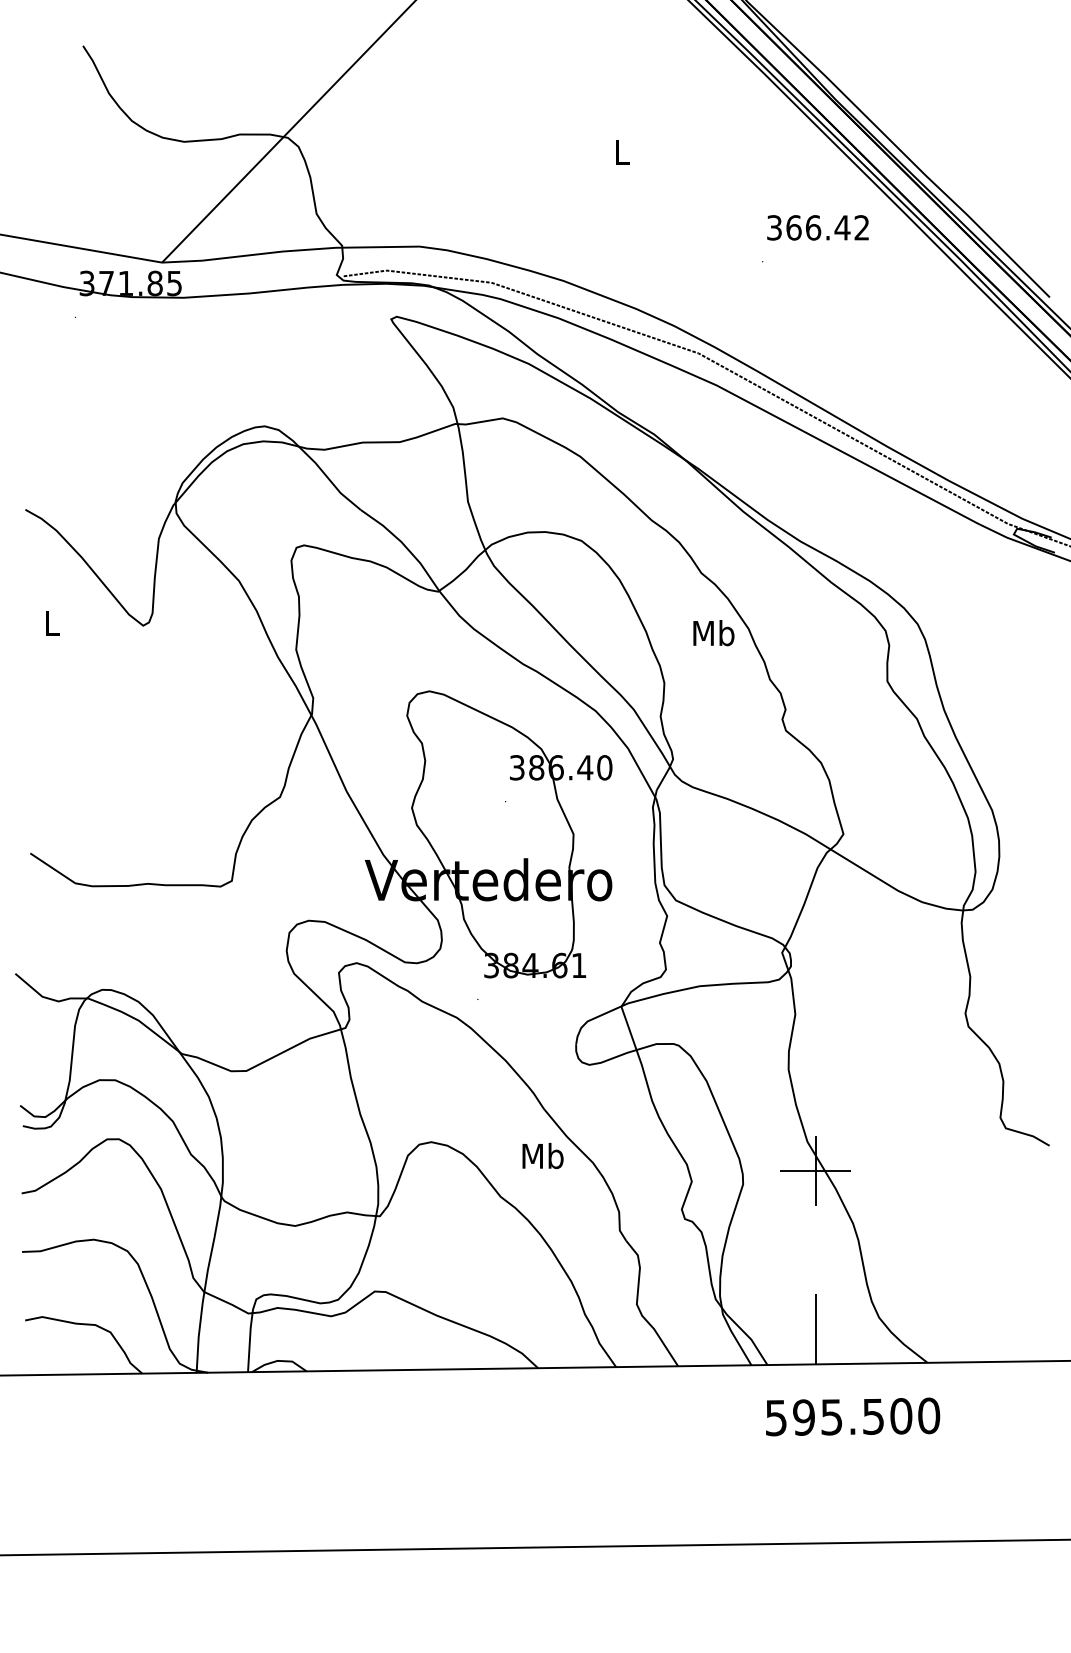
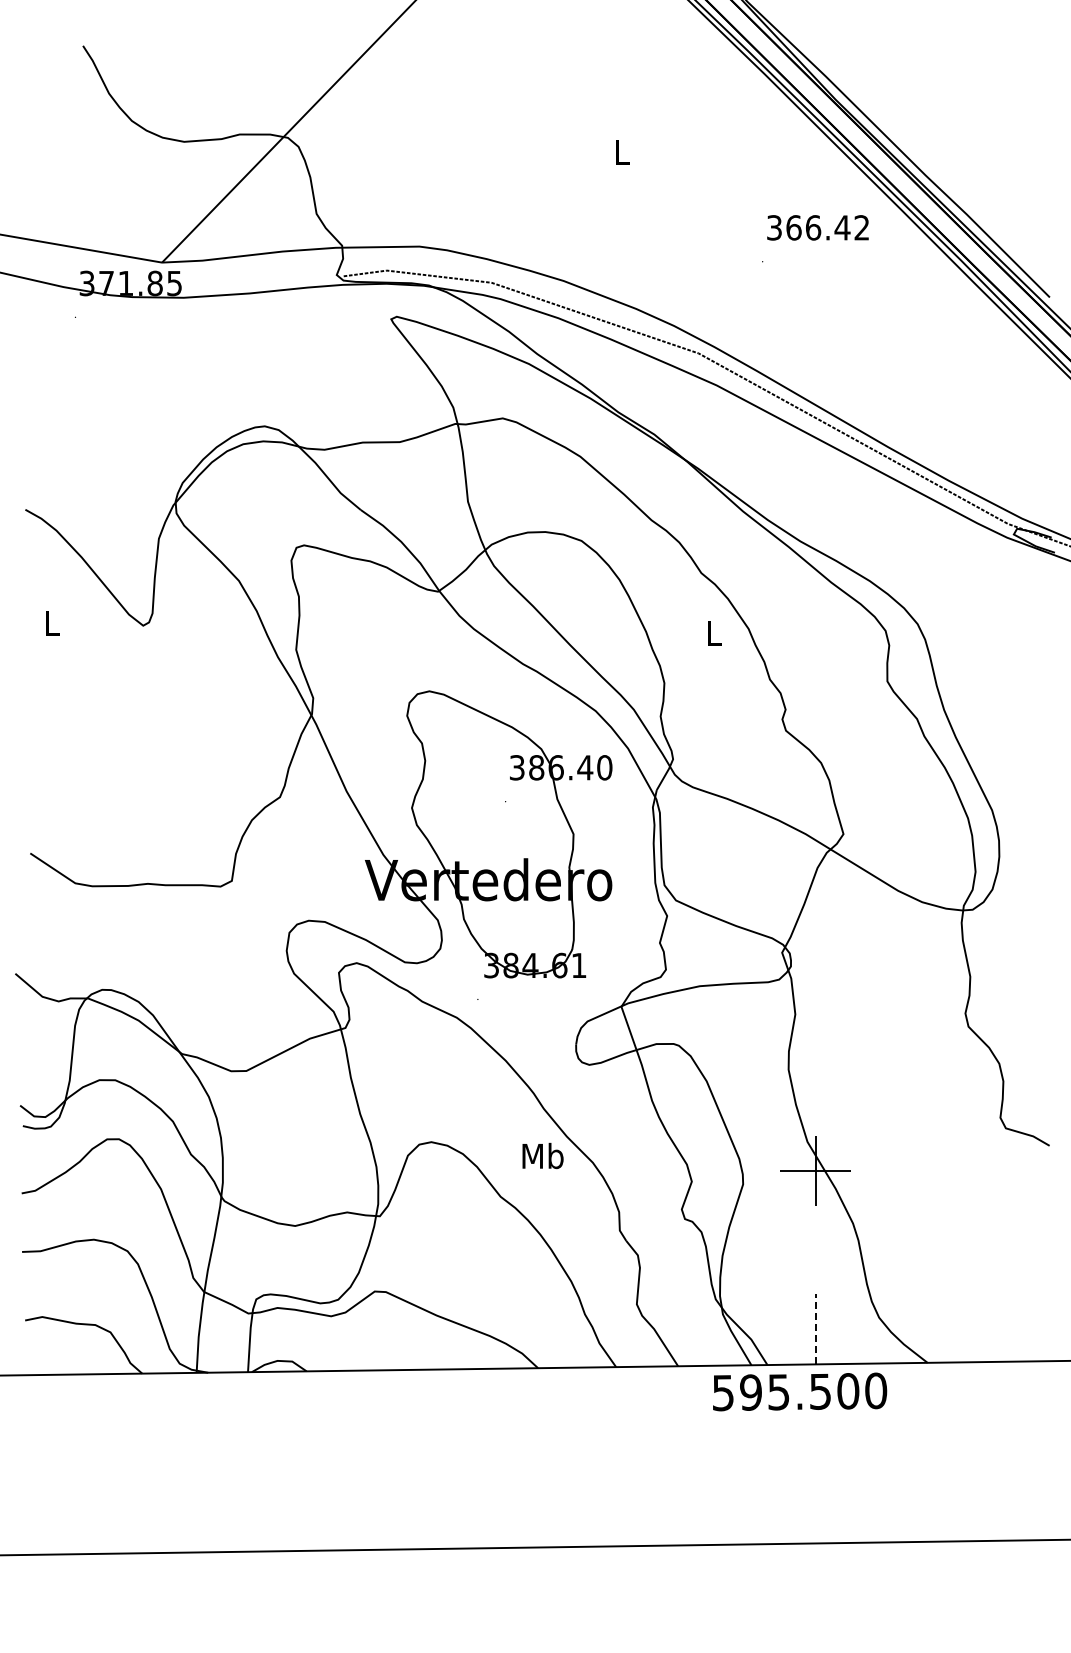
text at (713, 633): Mb -> L
line at (815, 1328): solid -> dashed
text at (853, 1416) position: (853, 1416) -> (800, 1391)
